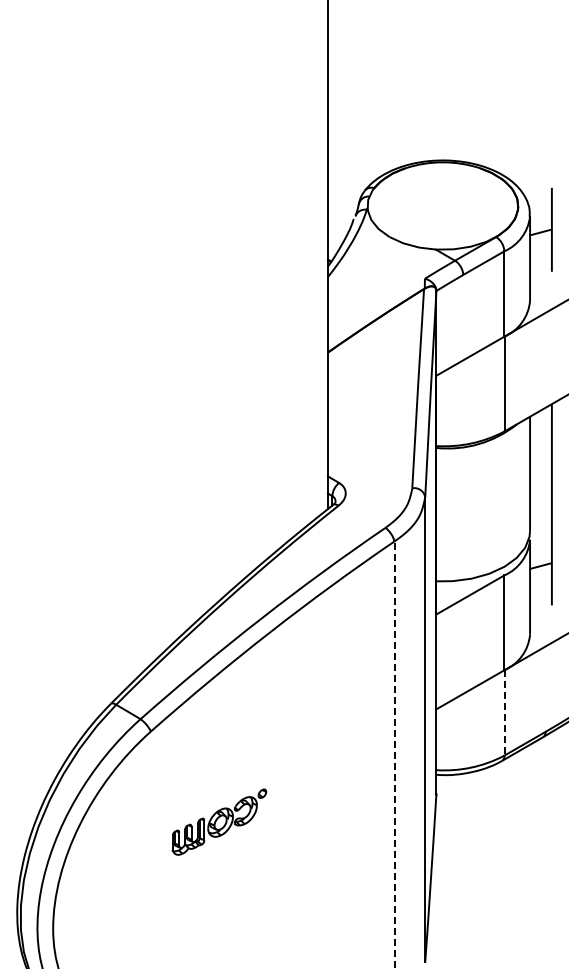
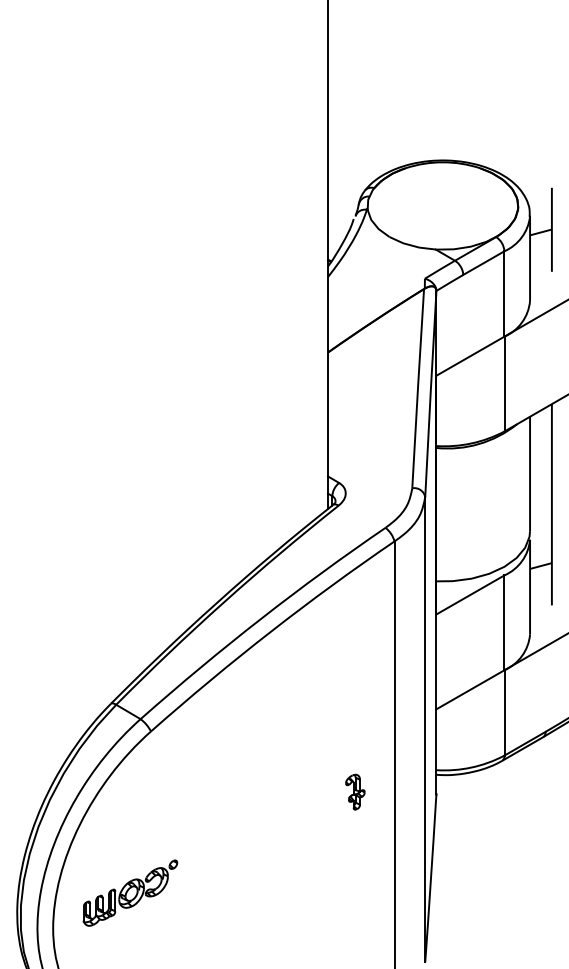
line at (504, 712): dashed -> solid
line at (394, 754): dashed -> solid
part at (355, 791): none -> present
part at (219, 821) position: (219, 821) -> (130, 892)
